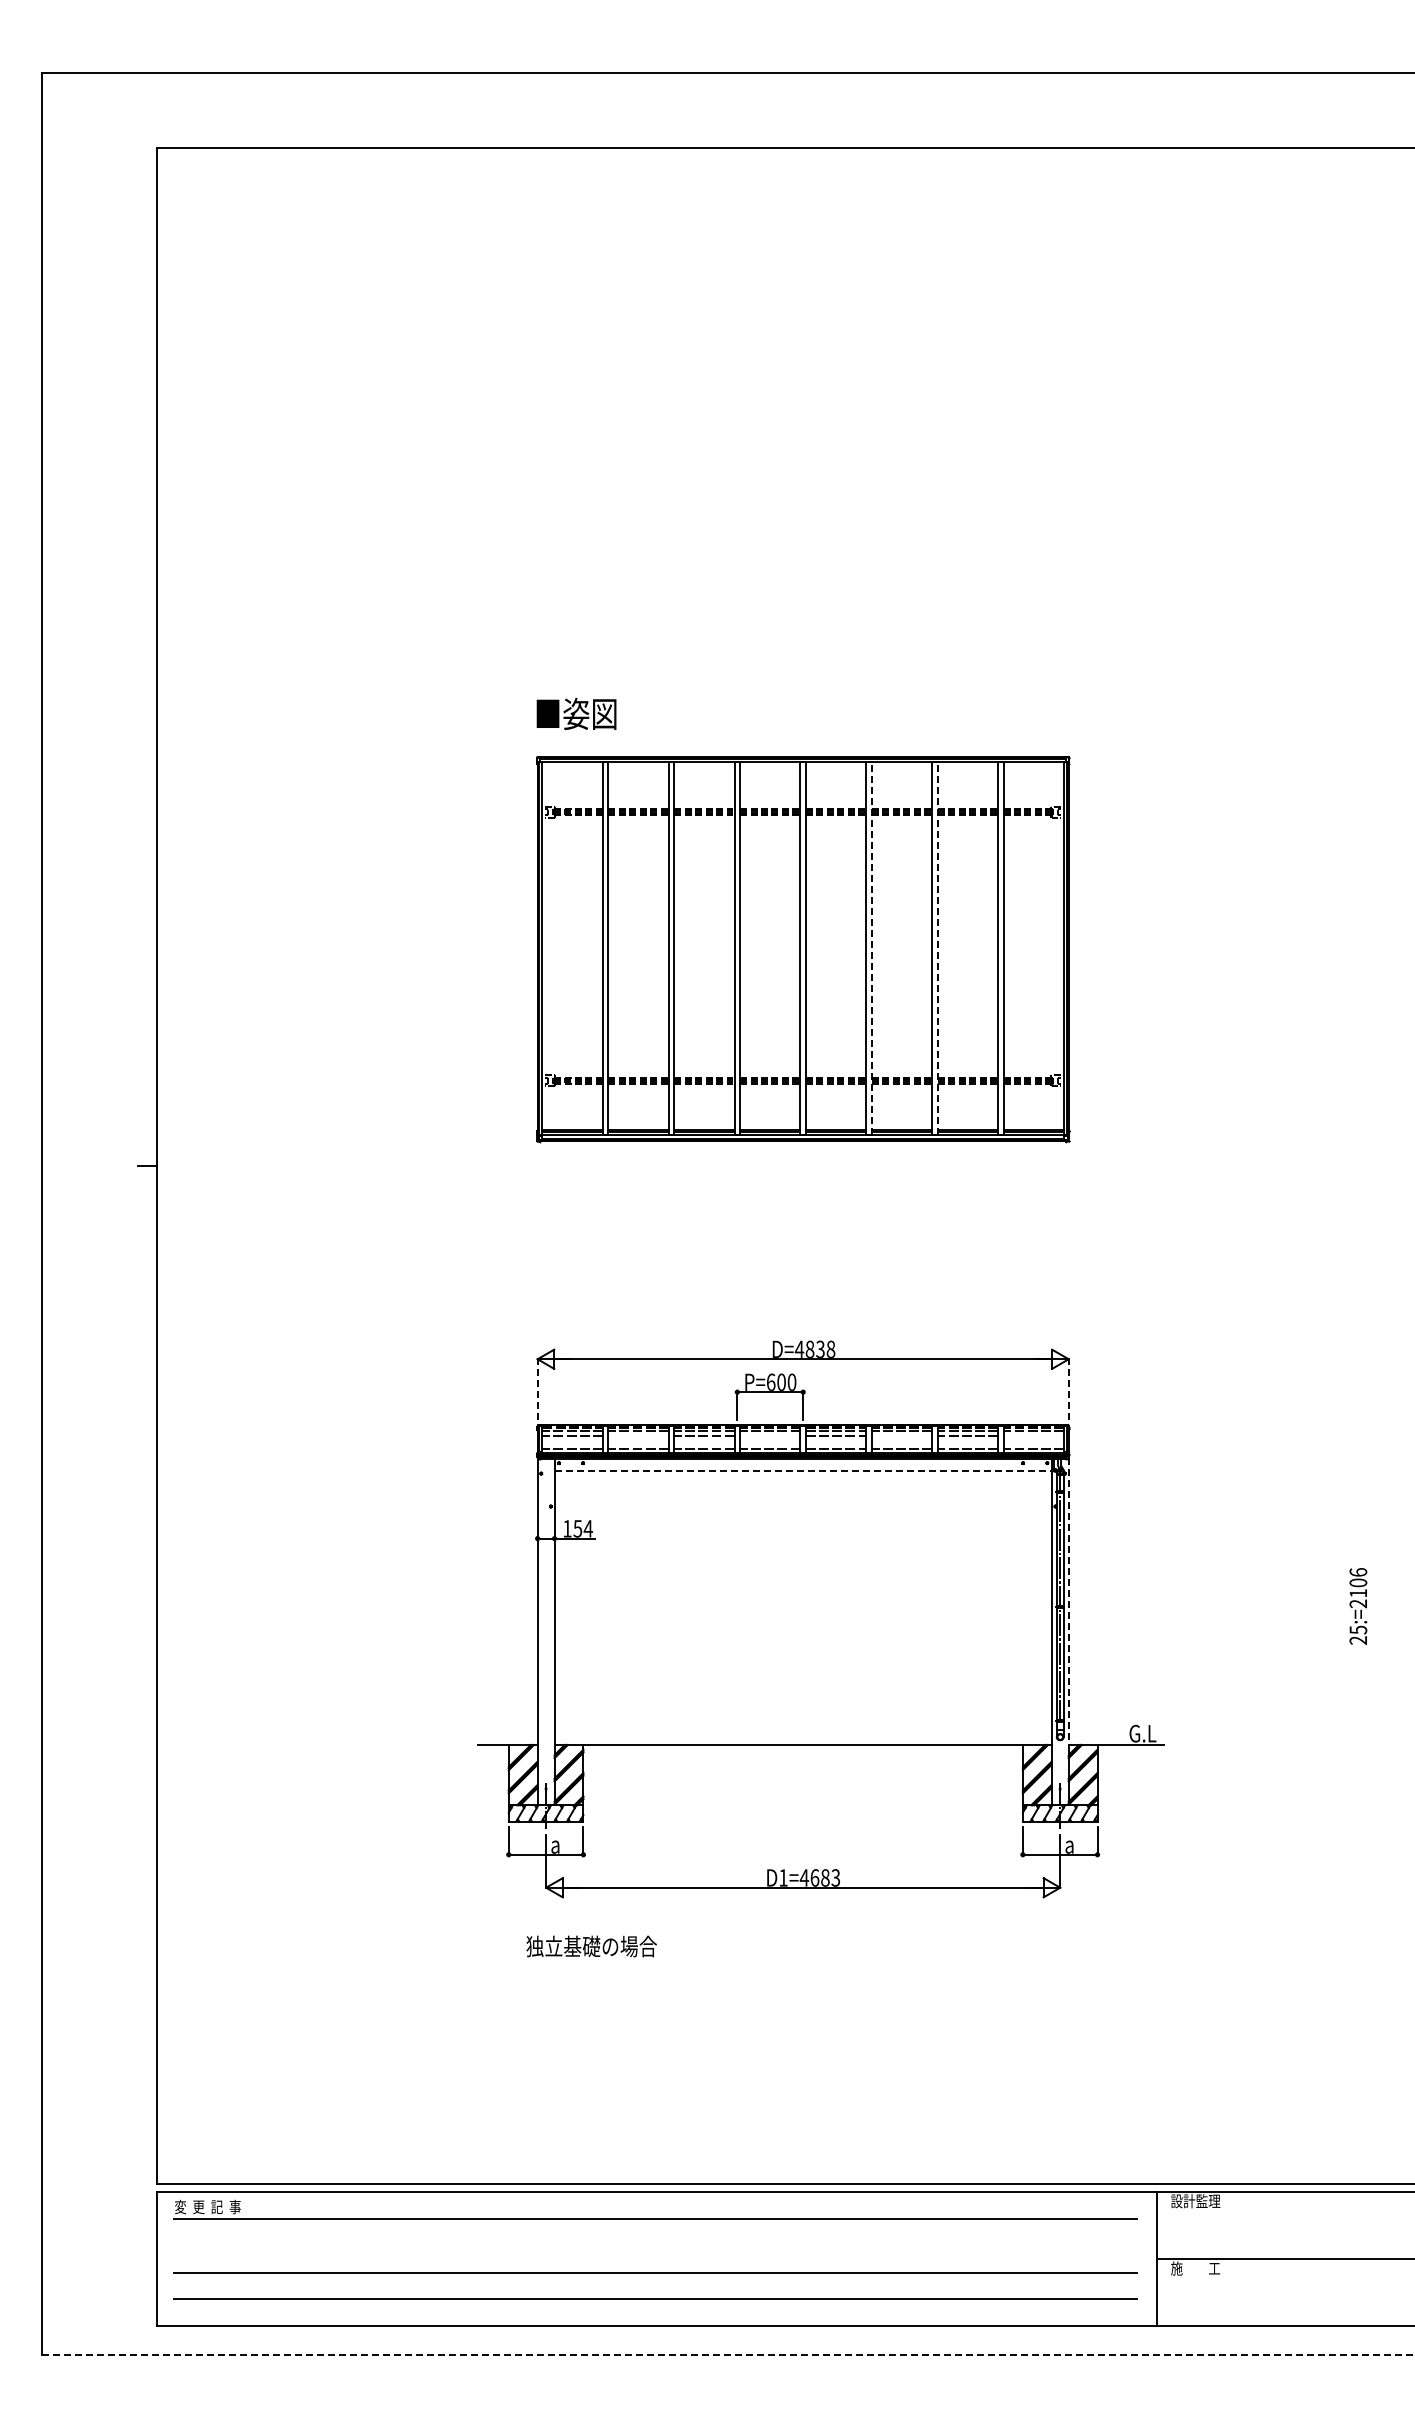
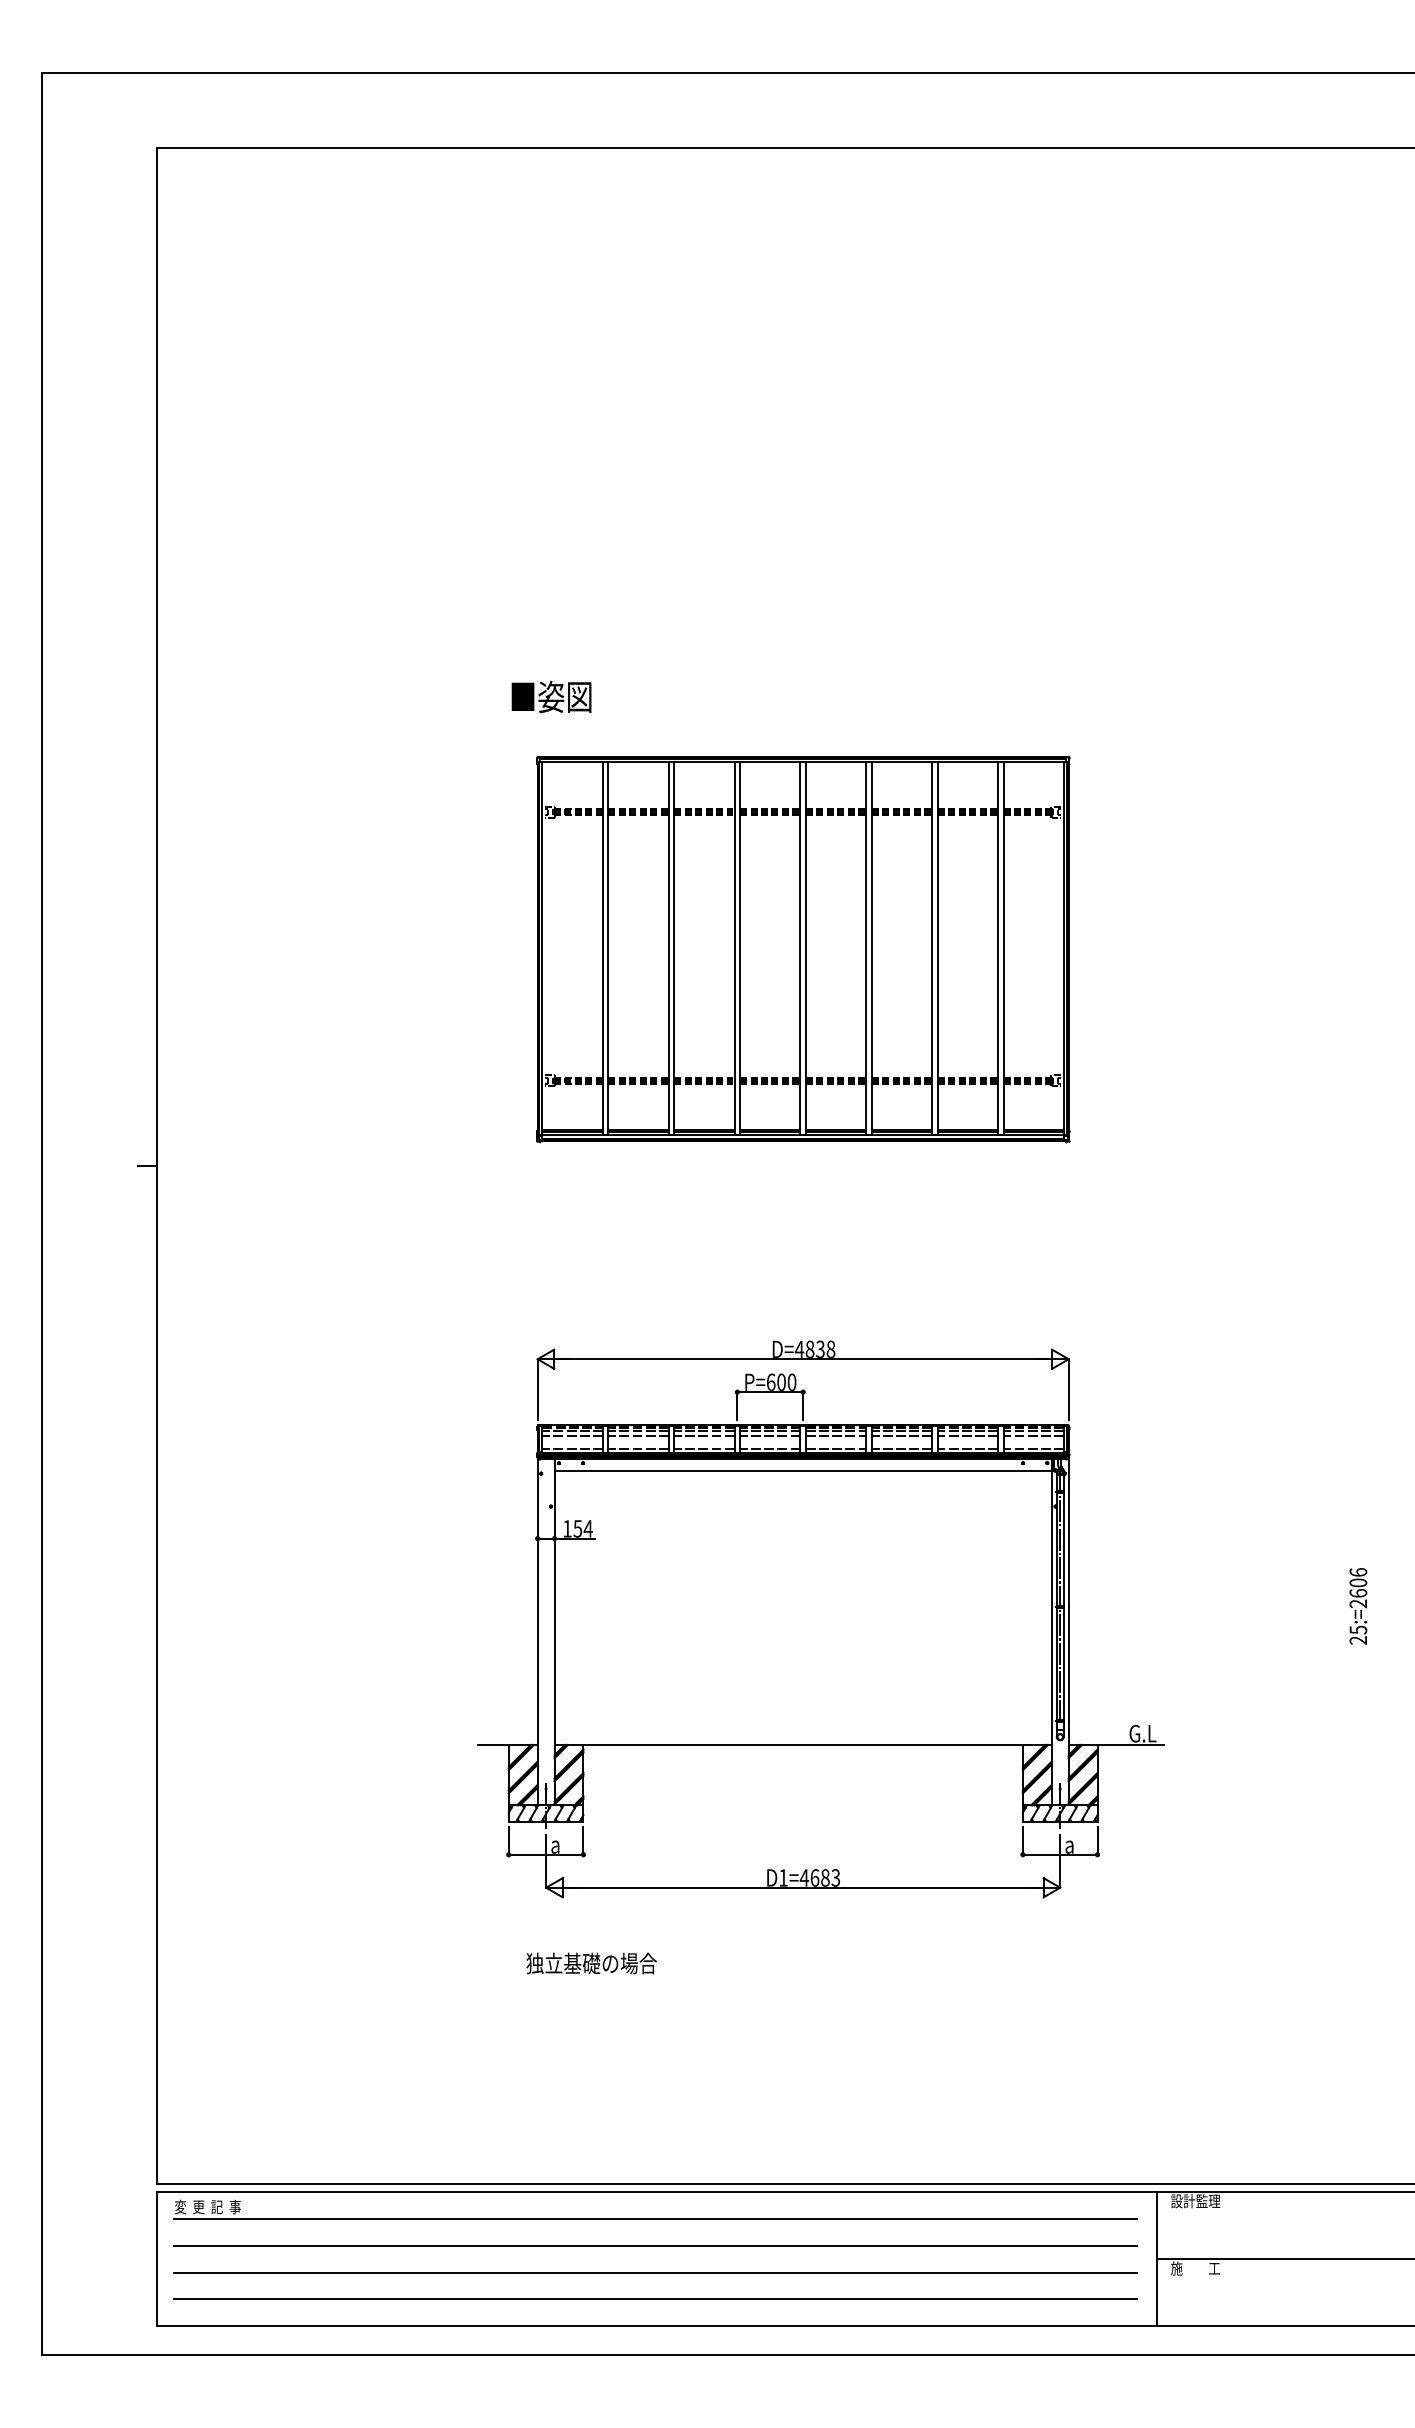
text at (576, 713) position: (576, 713) -> (551, 696)
line at (871, 947): dashed -> solid
line at (937, 947): dashed -> solid
line at (537, 1389): dashed -> solid
line at (1068, 1389): dashed -> solid
line at (638, 1435): none -> present
line at (770, 1435): none -> present
line at (901, 1435): none -> present
line at (1033, 1435): none -> present
line at (803, 1470): dashed -> solid
text at (1358, 1593): 25:=2106 -> 25:=2606
line at (1068, 1601): dashed -> solid
text at (591, 1946) position: (591, 1946) -> (591, 1963)
line at (655, 2245): none -> present
line at (729, 2355): dashed -> solid
